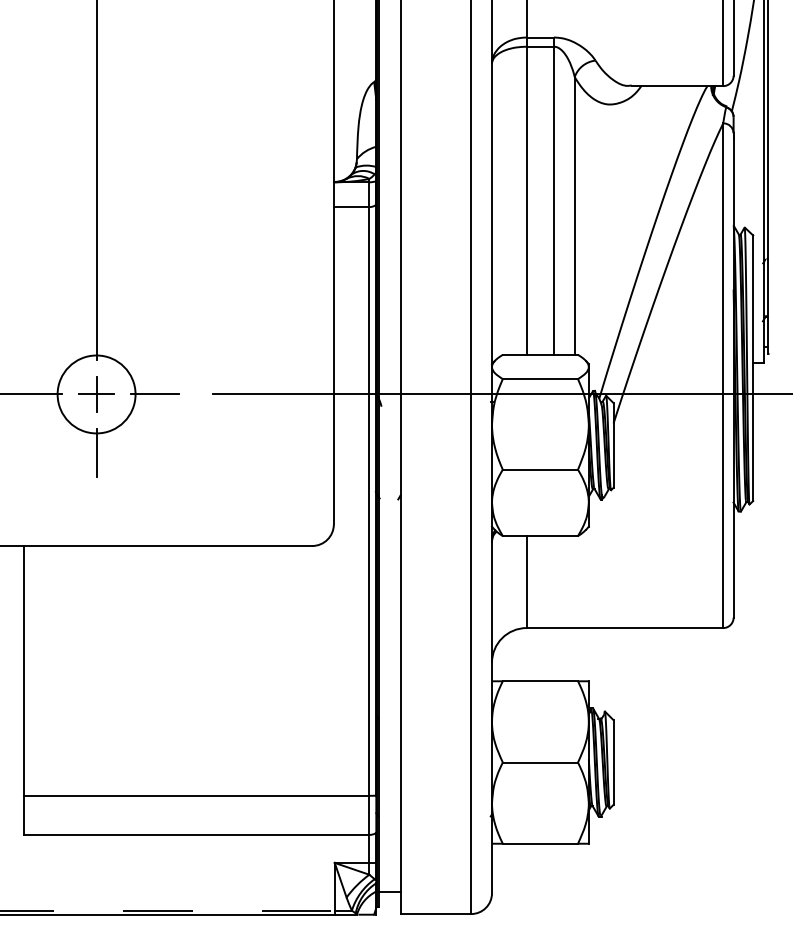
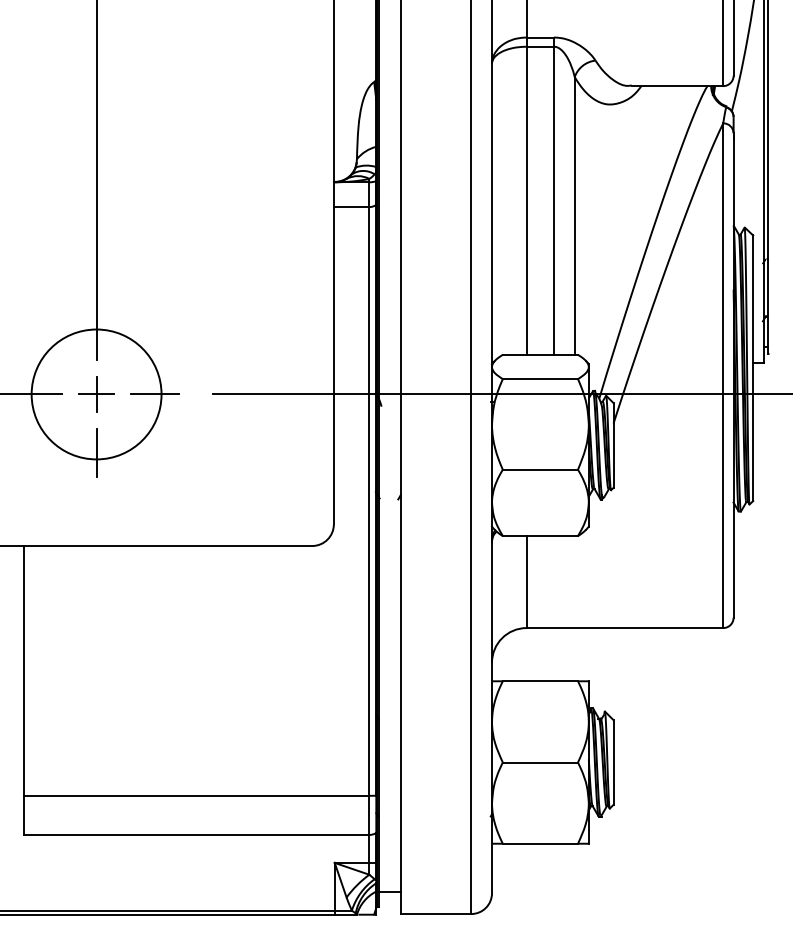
circle at (96, 394) diameter: 78 px -> 130 px
line at (167, 910): dashed -> solid
